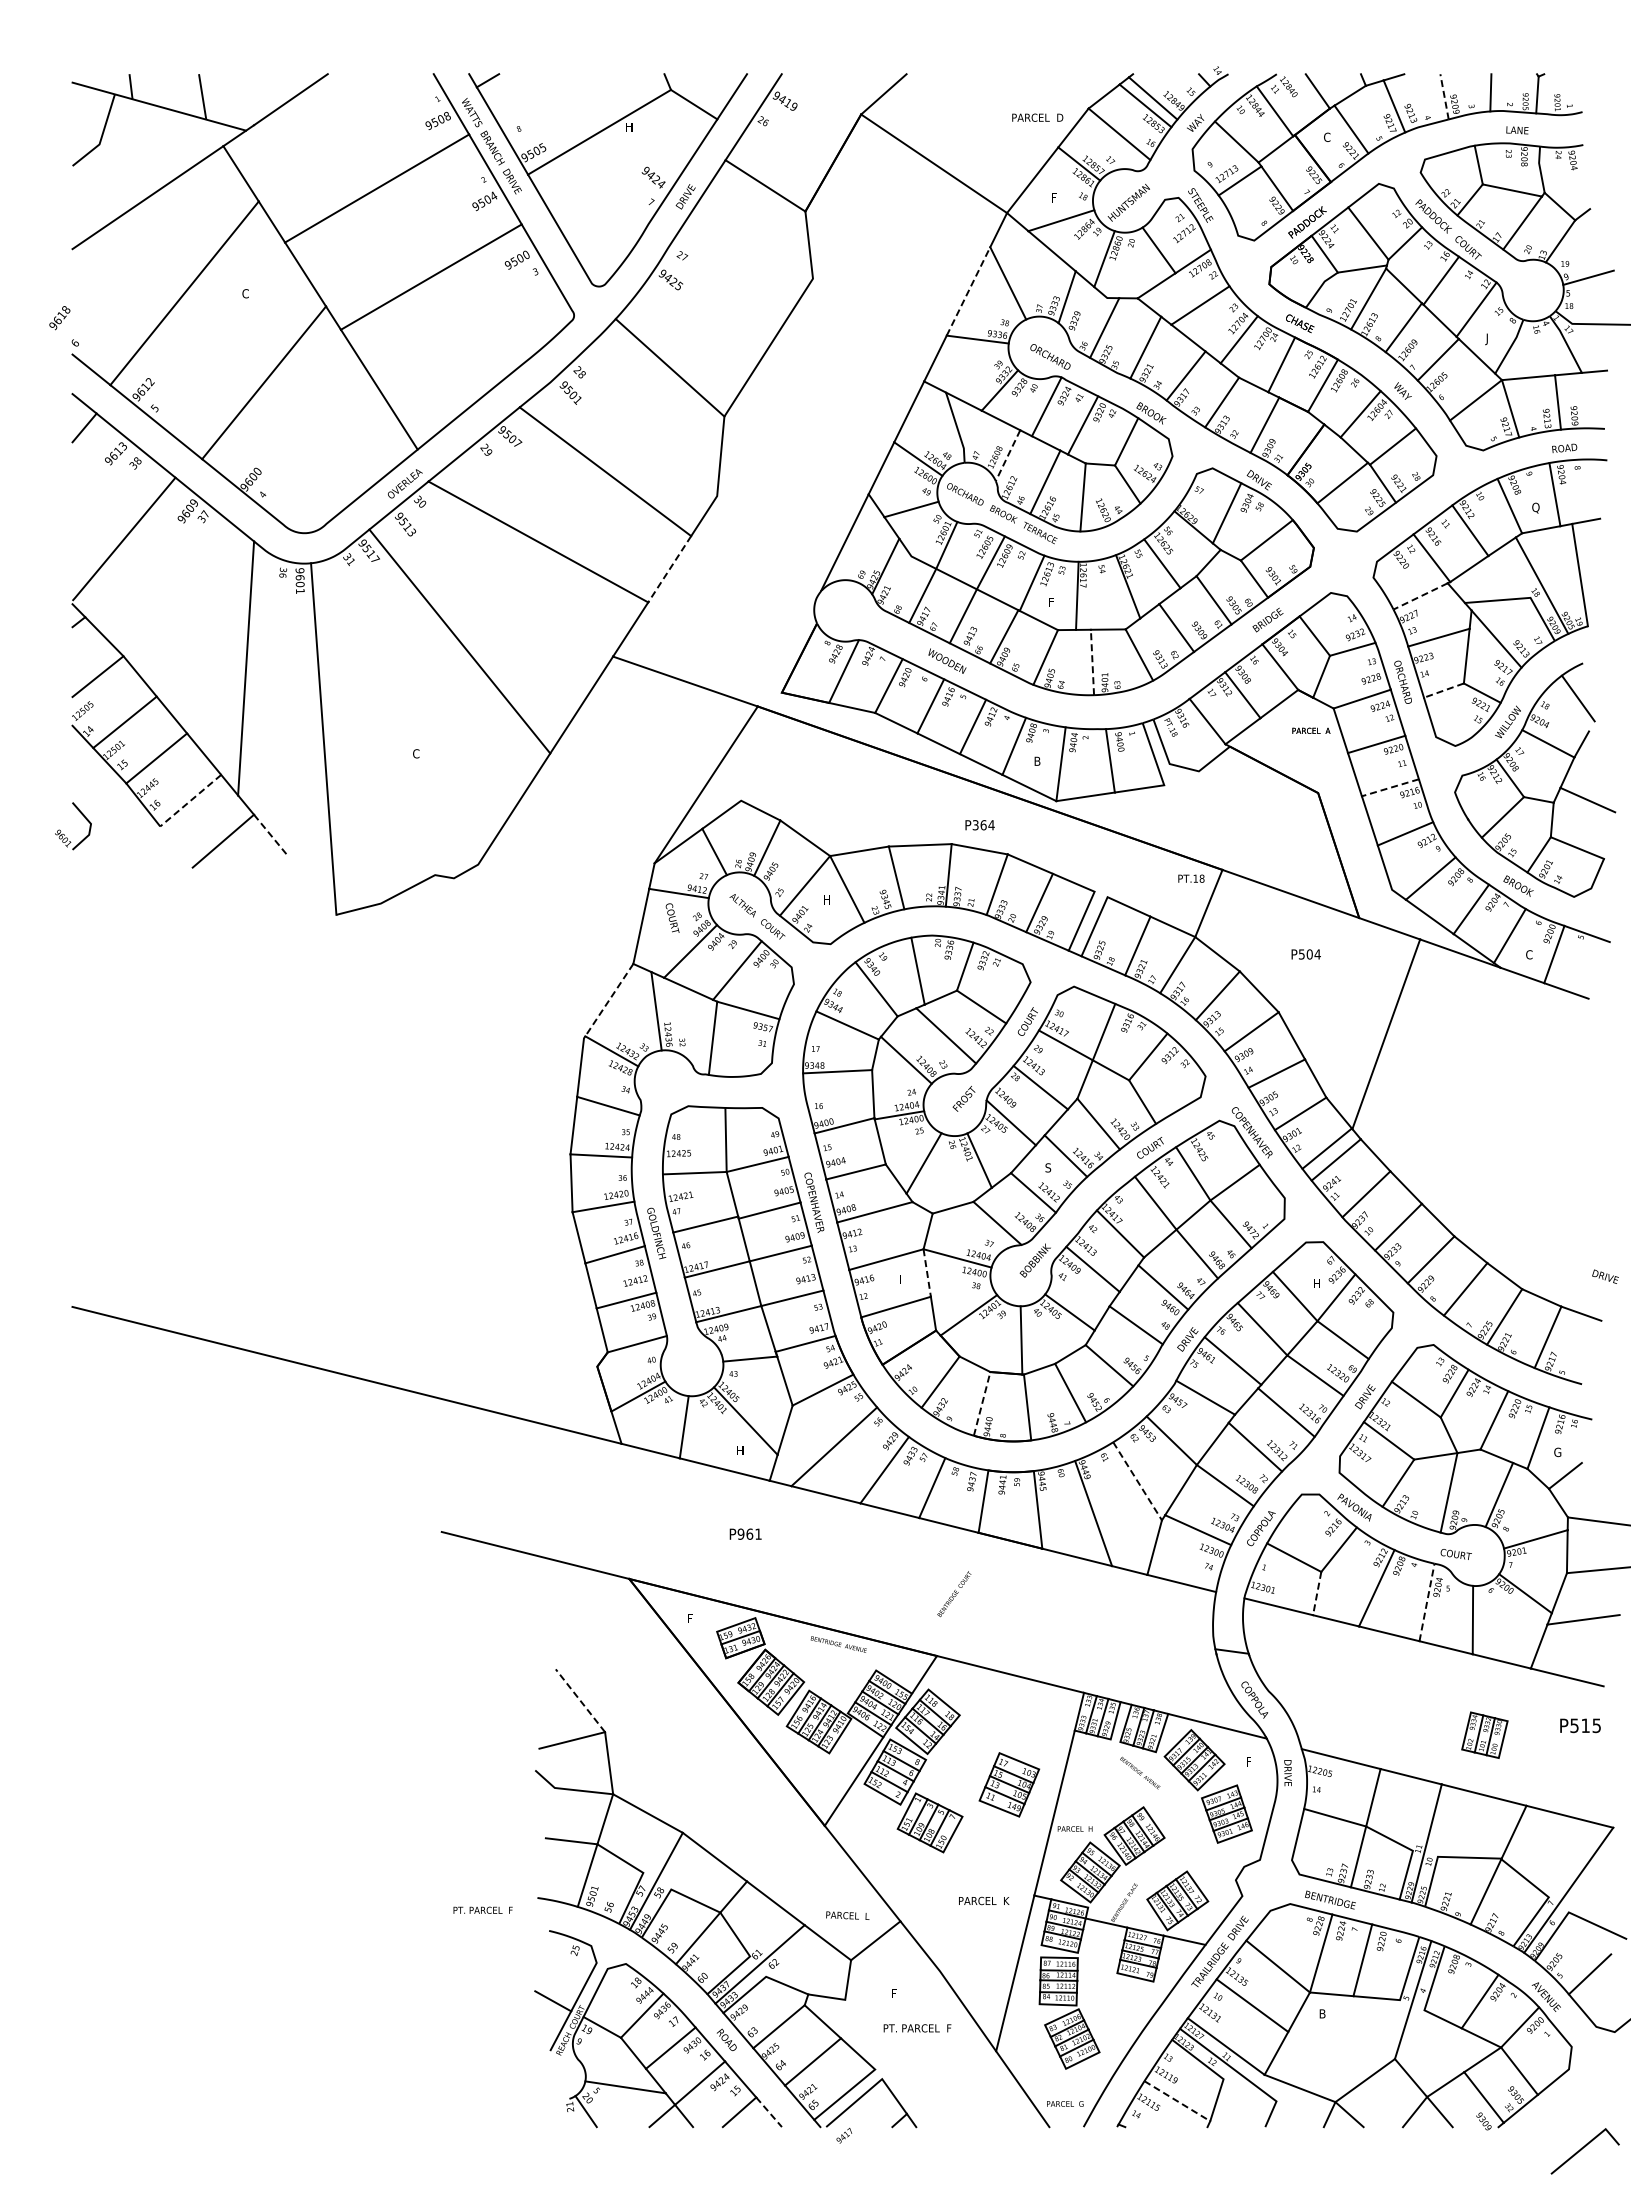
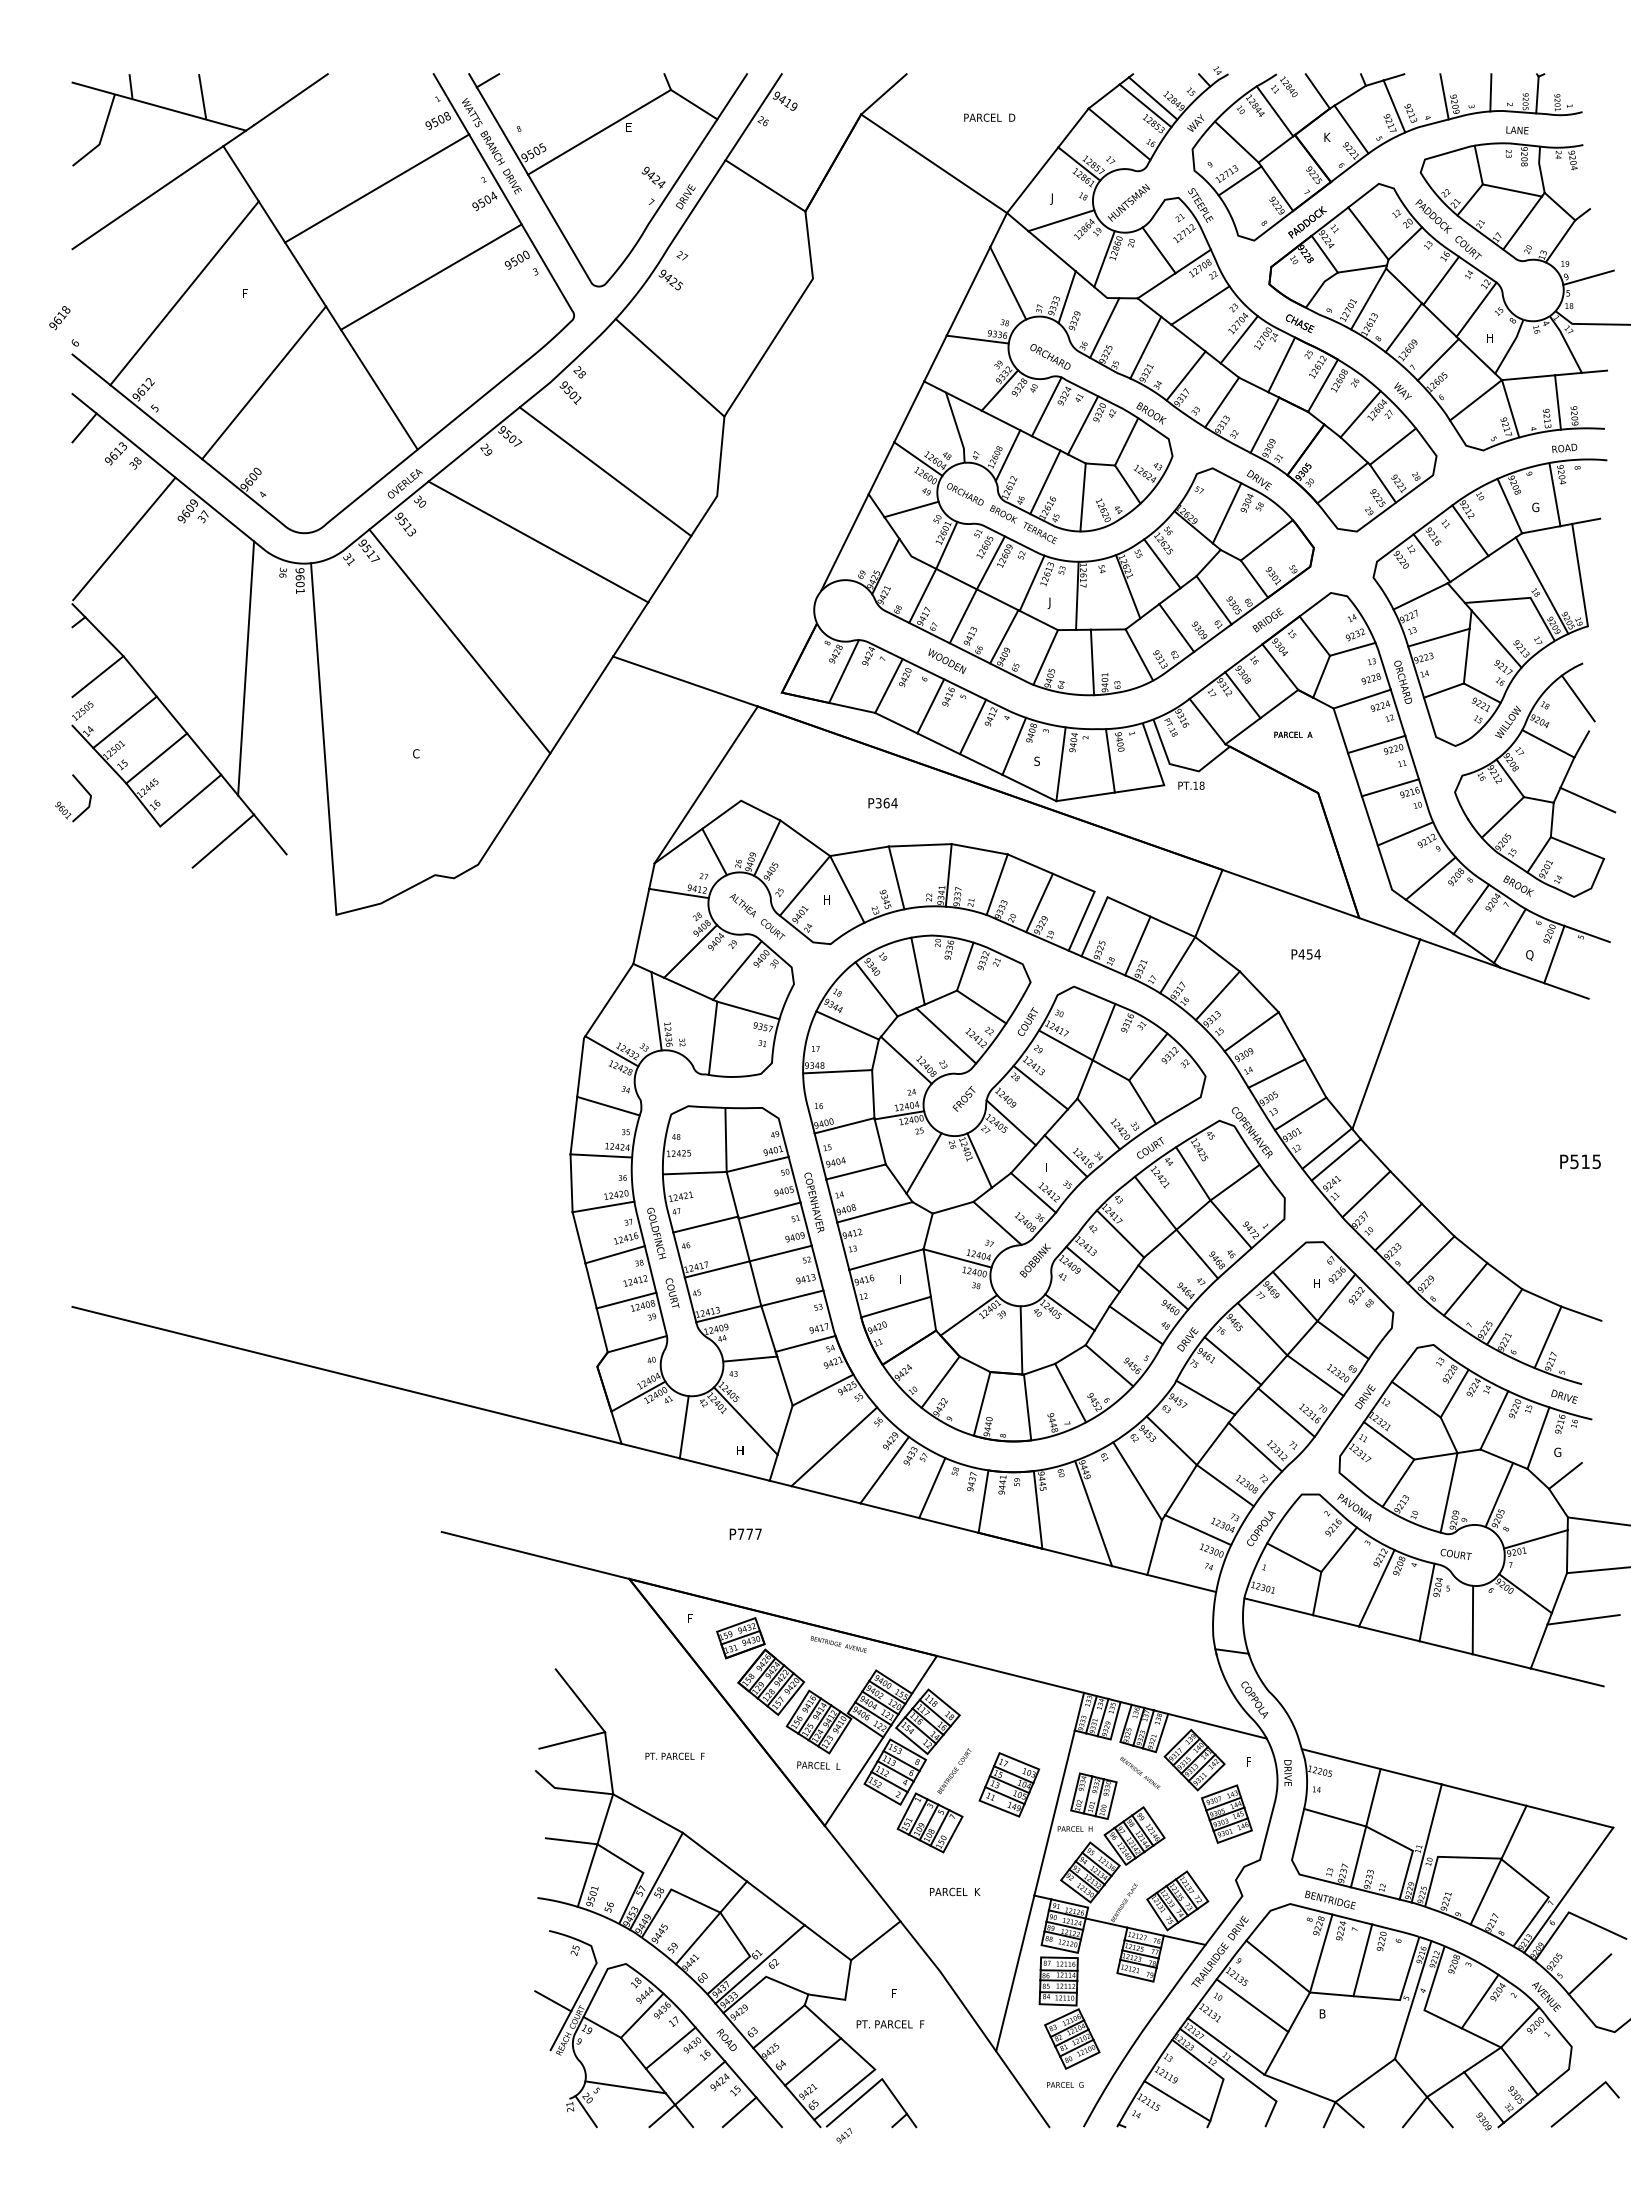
line at (1444, 96): dashed -> solid
text at (1037, 117) position: (1037, 117) -> (989, 117)
text at (629, 127): H -> E
text at (1327, 136): C -> K
text at (1053, 198): F -> J
line at (968, 291): dashed -> solid
text at (245, 293): C -> F
text at (1488, 339): J -> H
line at (1007, 456): dashed -> solid
text at (1537, 507): Q -> G
line at (669, 569): dashed -> solid
line at (1420, 596): dashed -> solid
text at (1050, 603): F -> J
line at (1092, 662): dashed -> solid
line at (1443, 690): dashed -> solid
text at (1311, 730) position: (1311, 730) -> (1293, 734)
text at (1037, 760): B -> S
line at (1390, 787): dashed -> solid
line at (190, 800): dashed -> solid
text at (979, 825) position: (979, 825) -> (882, 803)
part at (64, 834) position: (64, 834) -> (64, 806)
line at (270, 834): dashed -> solid
text at (1191, 878) position: (1191, 878) -> (1191, 785)
text at (672, 917) position: (672, 917) -> (672, 1292)
text at (1305, 954): P504 -> P454
text at (1531, 955): C -> Q
line at (609, 1000): dashed -> solid
text at (1048, 1167): S -> I
line at (927, 1273): dashed -> solid
text at (1605, 1276) position: (1605, 1276) -> (1564, 1396)
line at (982, 1403): dashed -> solid
line at (1137, 1481): dashed -> solid
text at (749, 1533): P961 -> P777
text at (954, 1594) position: (954, 1594) -> (954, 1771)
line at (1317, 1594): dashed -> solid
line at (1427, 1601): dashed -> solid
line at (580, 1700): dashed -> solid
text at (1580, 1725) position: (1580, 1725) -> (1580, 1161)
part at (1484, 1734) position: (1484, 1734) -> (1093, 1795)
text at (984, 1900) position: (984, 1900) -> (955, 1891)
text at (482, 1909) position: (482, 1909) -> (674, 1755)
text at (847, 1915) position: (847, 1915) -> (818, 1765)
text at (917, 2028) position: (917, 2028) -> (890, 2024)
line at (1177, 2101): dashed -> solid
text at (1065, 2103) position: (1065, 2103) -> (1065, 2084)
line at (769, 2112): dashed -> solid
line at (1582, 2149) position: (1582, 2149) -> (1582, 2102)
